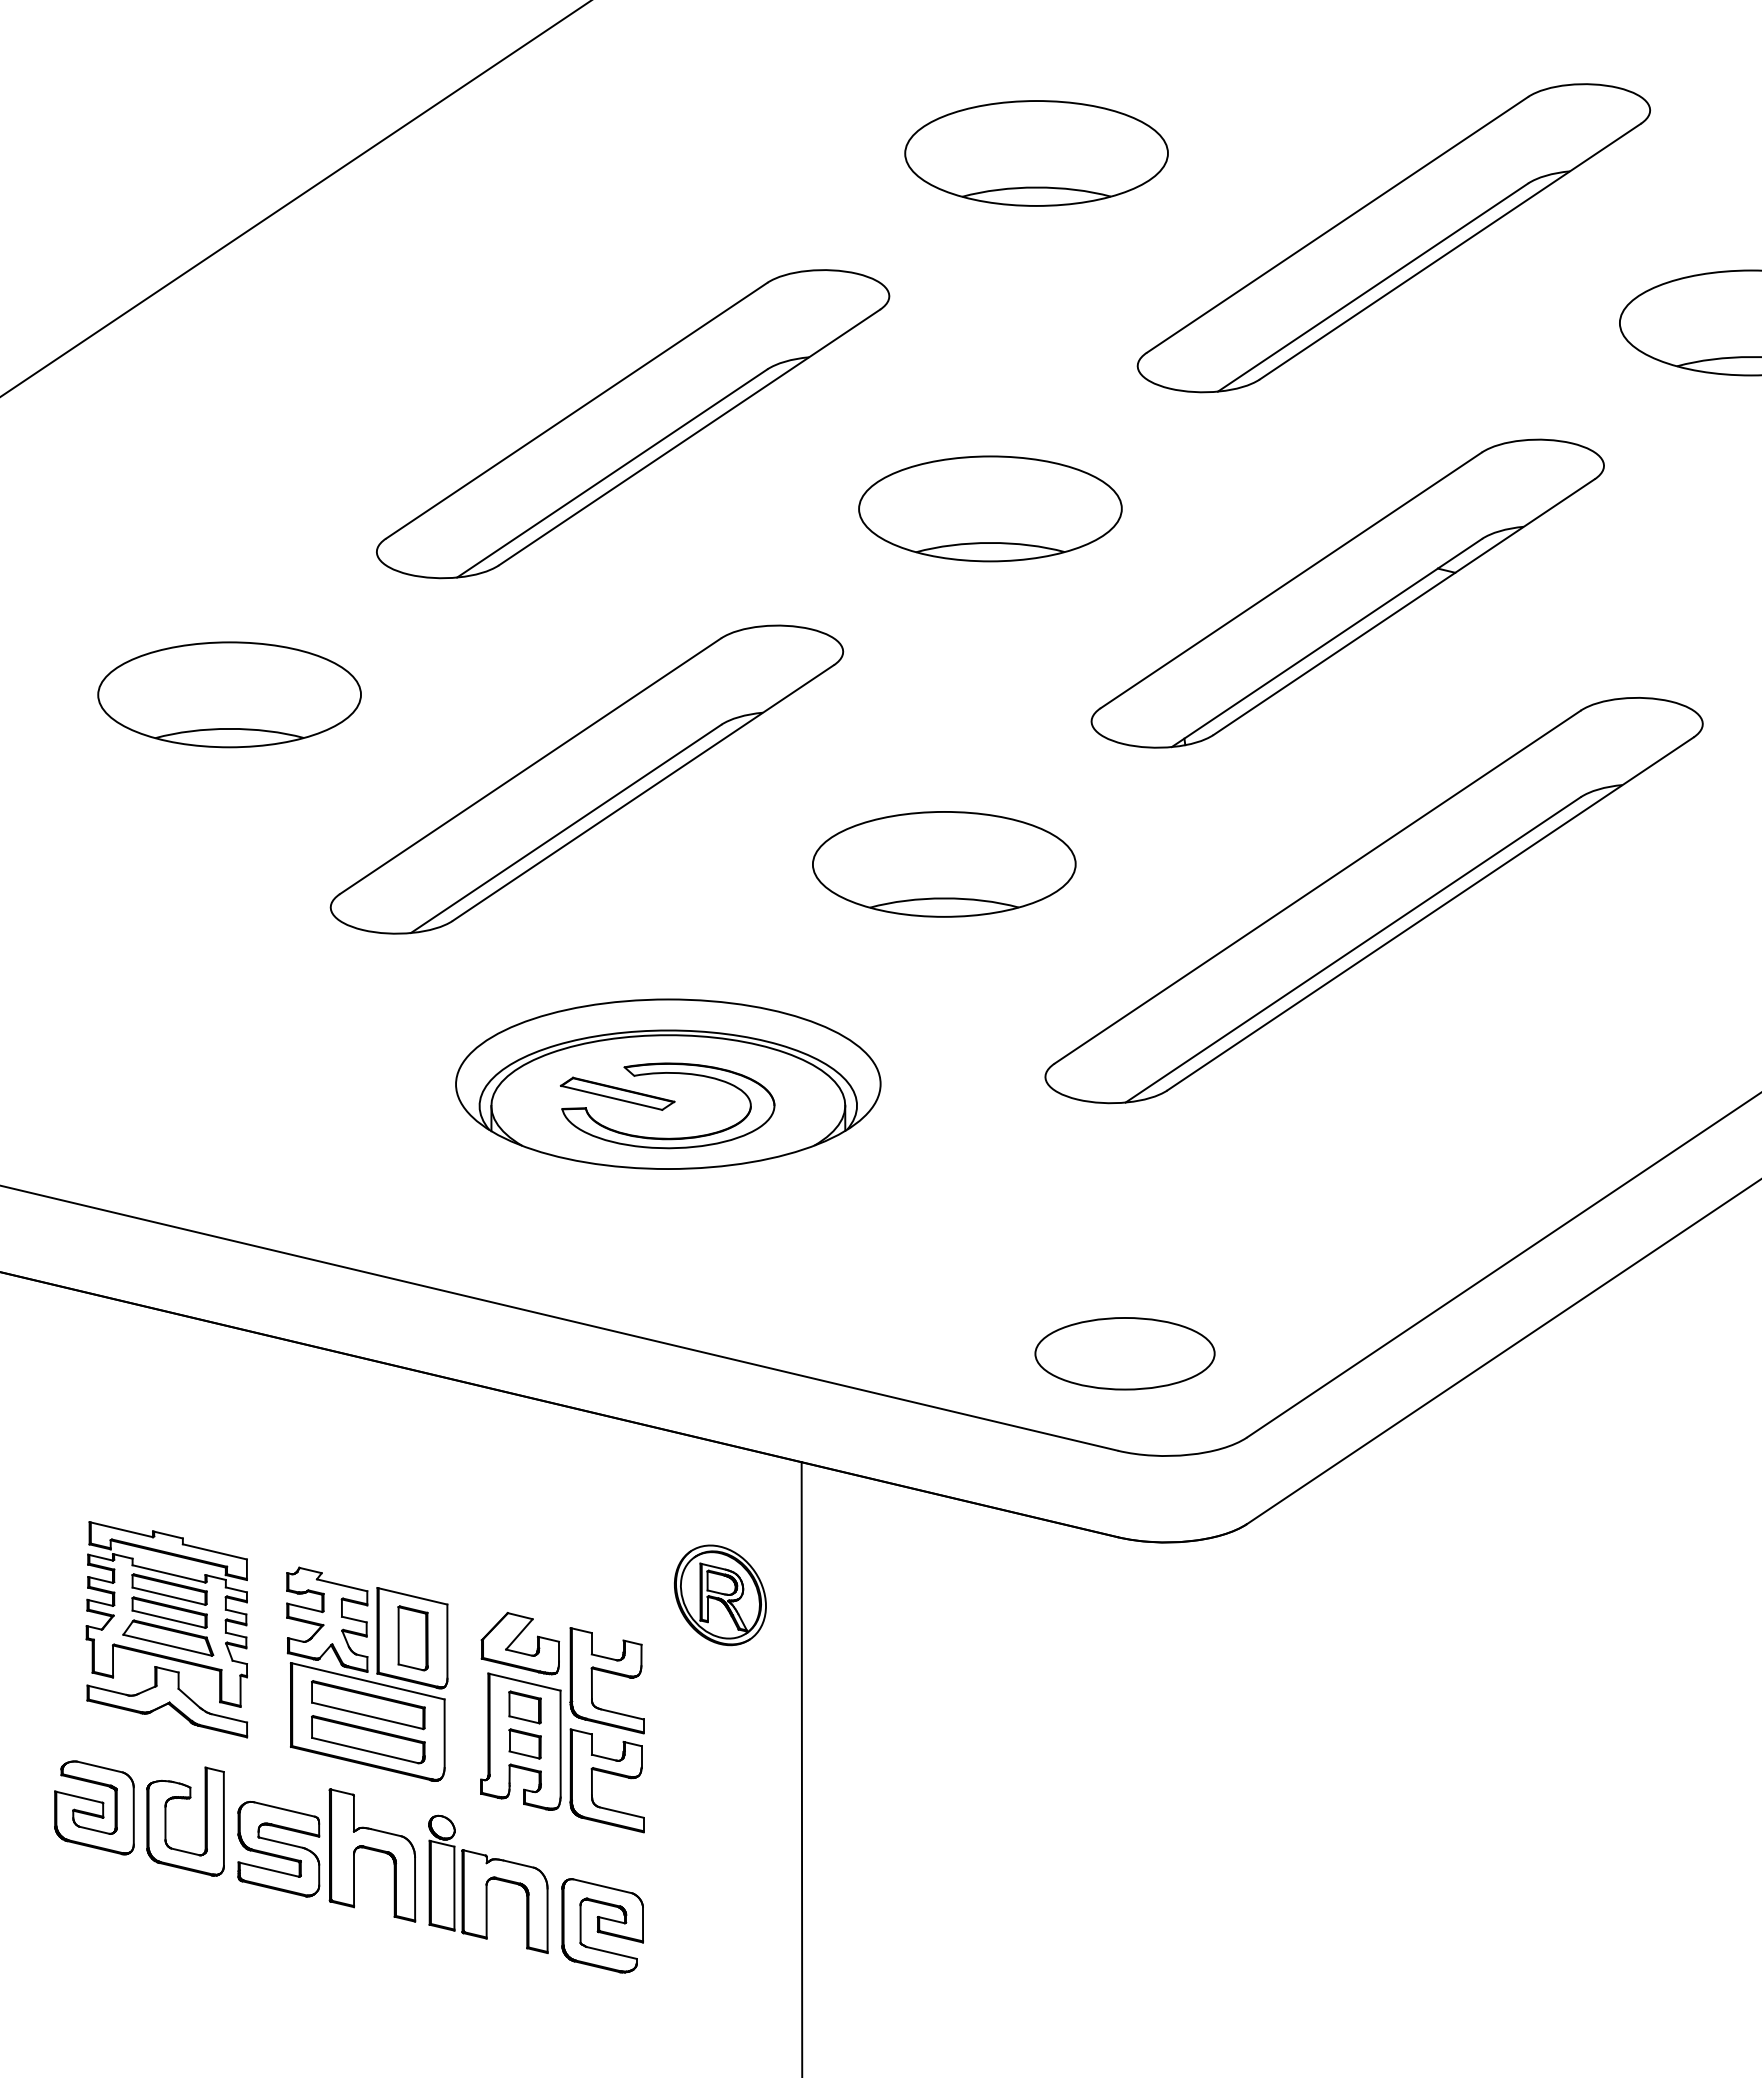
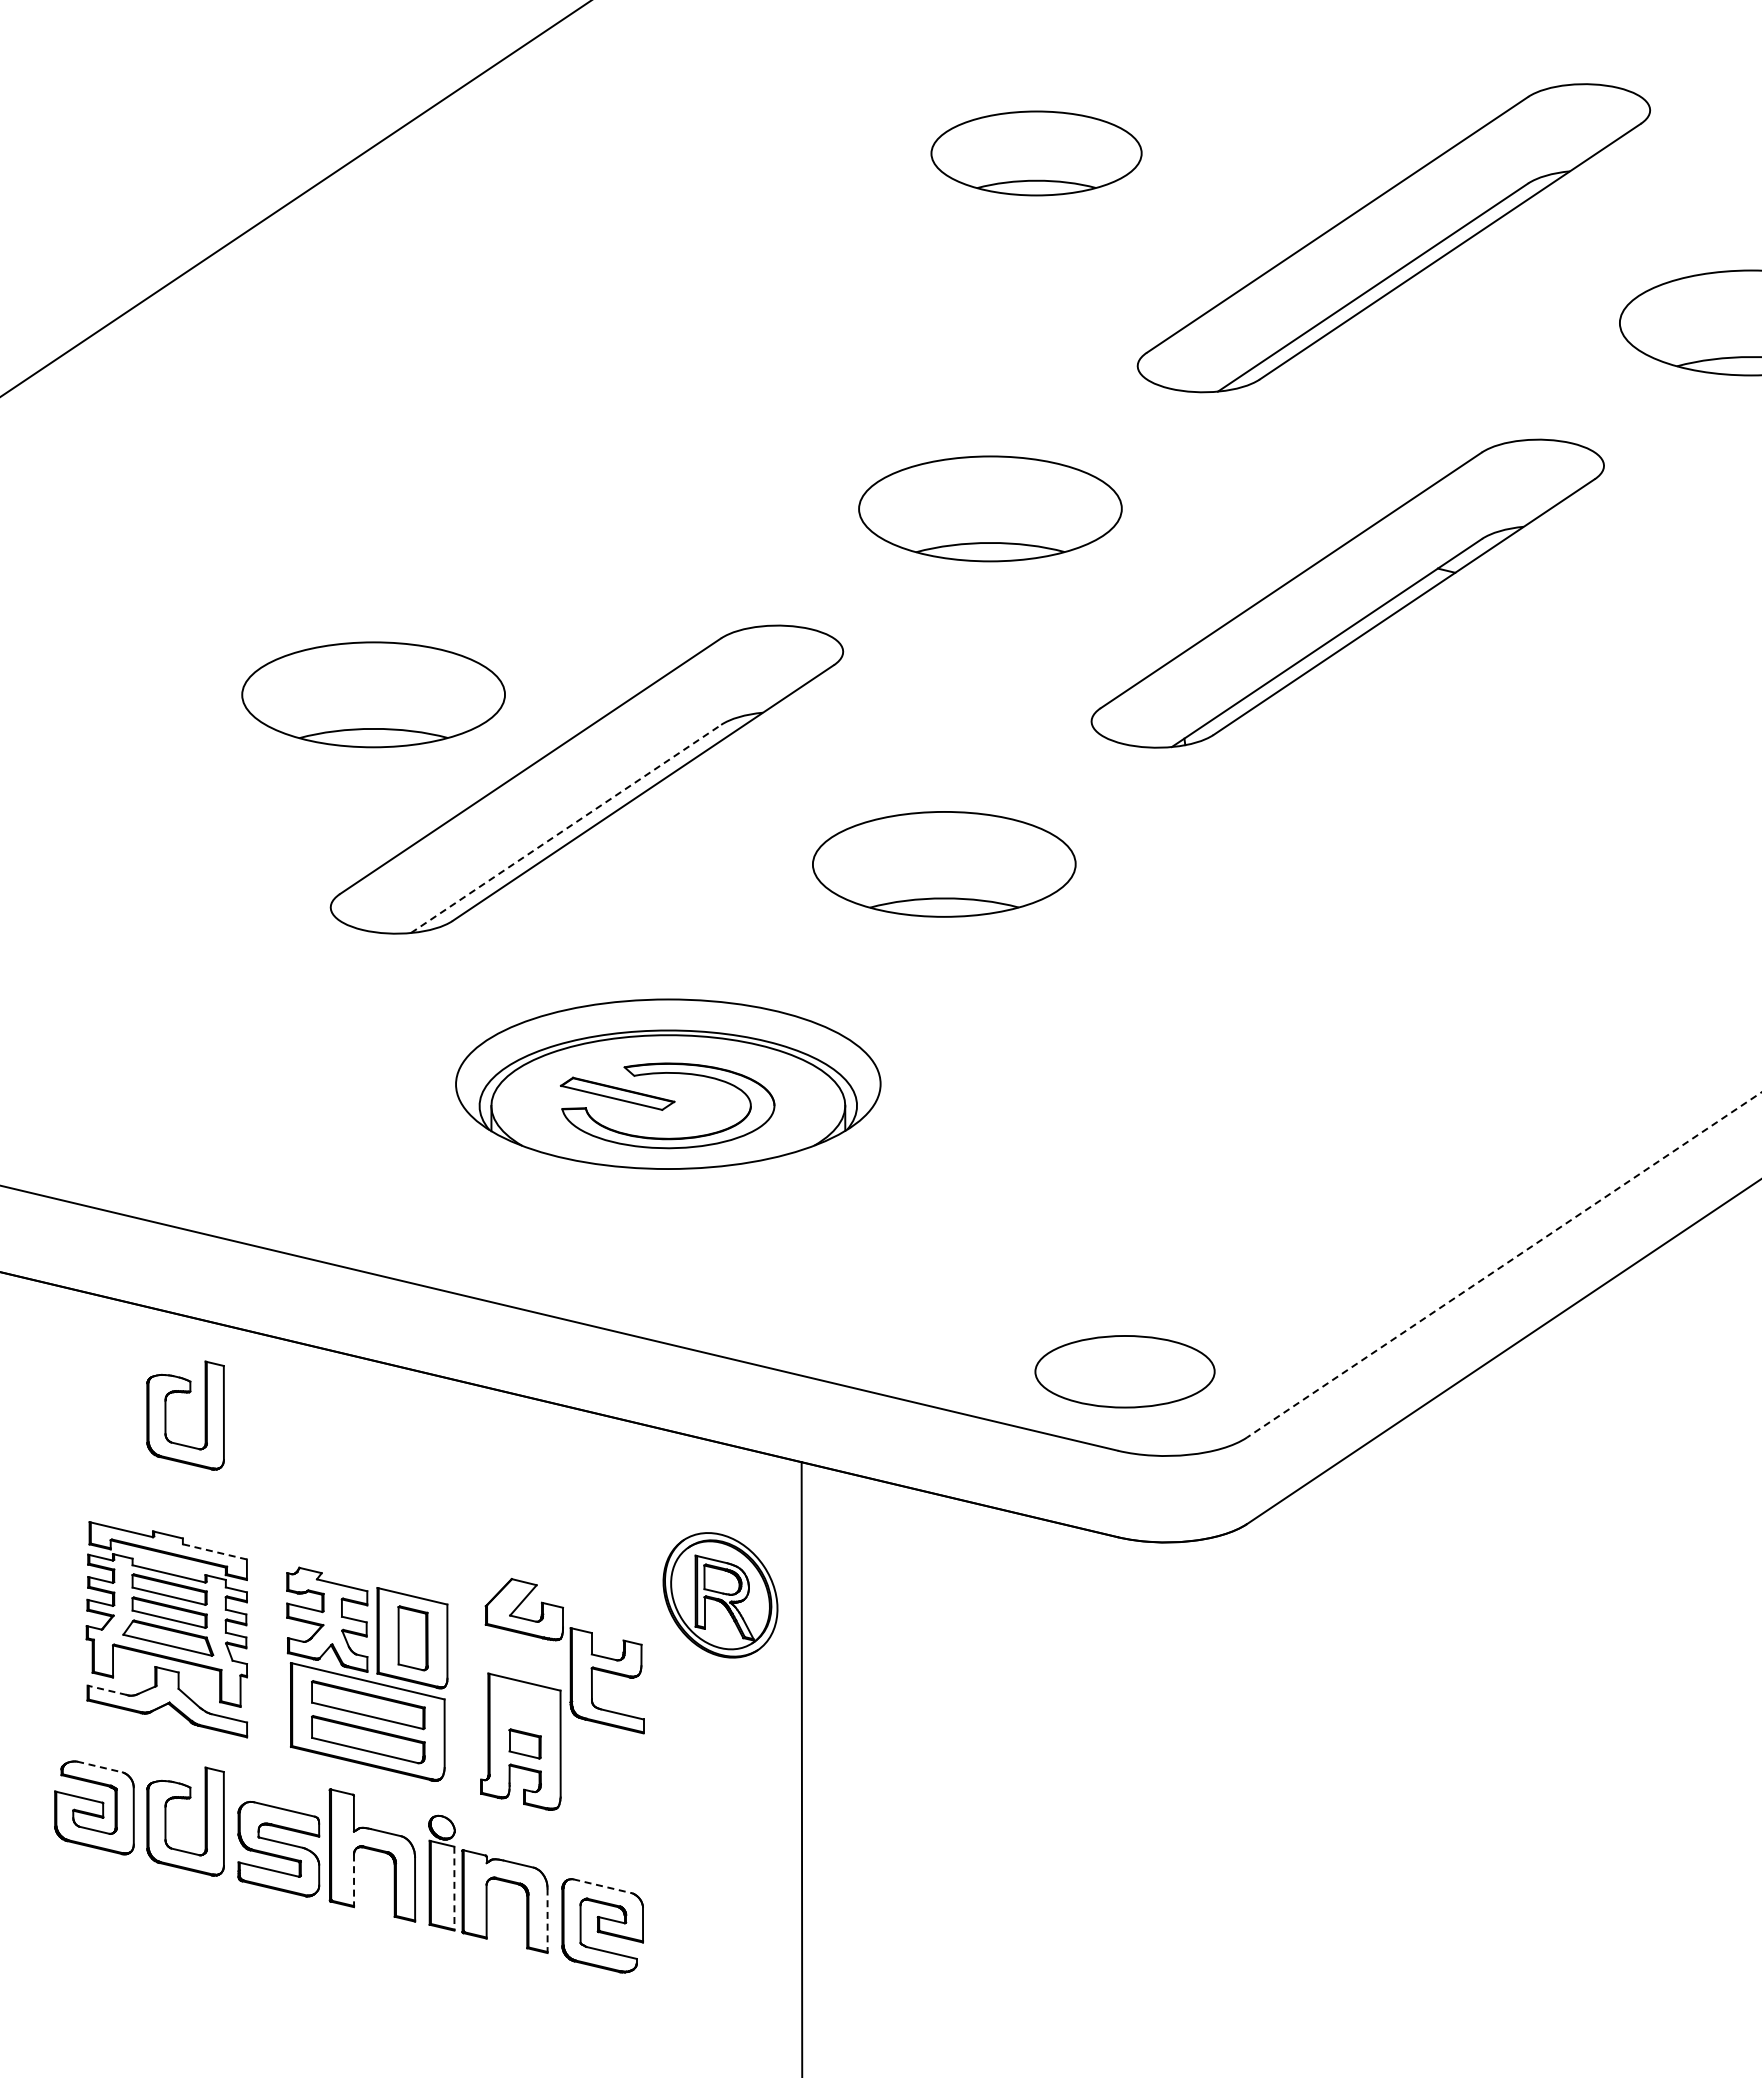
part at (1036, 153) size: 265x107 px -> 213x87 px
part at (633, 424): present -> none
part at (229, 694) position: (229, 694) -> (373, 694)
line at (566, 828): solid -> dashed
part at (1373, 900): present -> none
line at (1504, 1264): solid -> dashed
part at (1124, 1353) position: (1124, 1353) -> (1124, 1371)
part at (166, 1415): none -> present
line at (214, 1551): solid -> dashed
part at (719, 1595) size: 94x103 px -> 117x127 px
part at (519, 1643) position: (519, 1643) -> (523, 1609)
line at (106, 1690): solid -> dashed
part at (524, 1707): present -> none
line at (100, 1767): solid -> dashed
part at (606, 1773): present -> none
line at (354, 1881): solid -> dashed
line at (603, 1886): solid -> dashed
line at (454, 1888): solid -> dashed
line at (547, 1921): solid -> dashed
